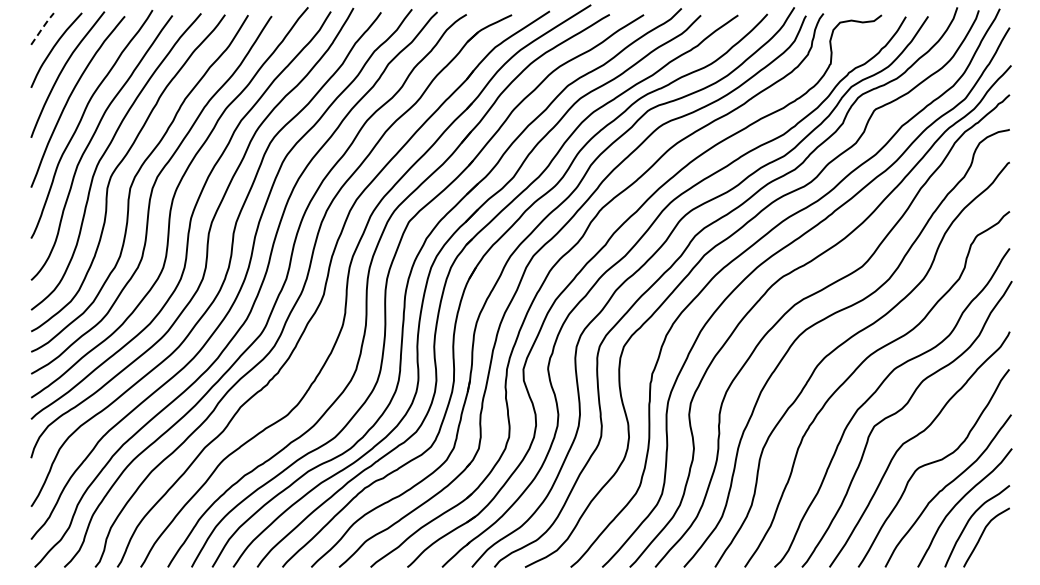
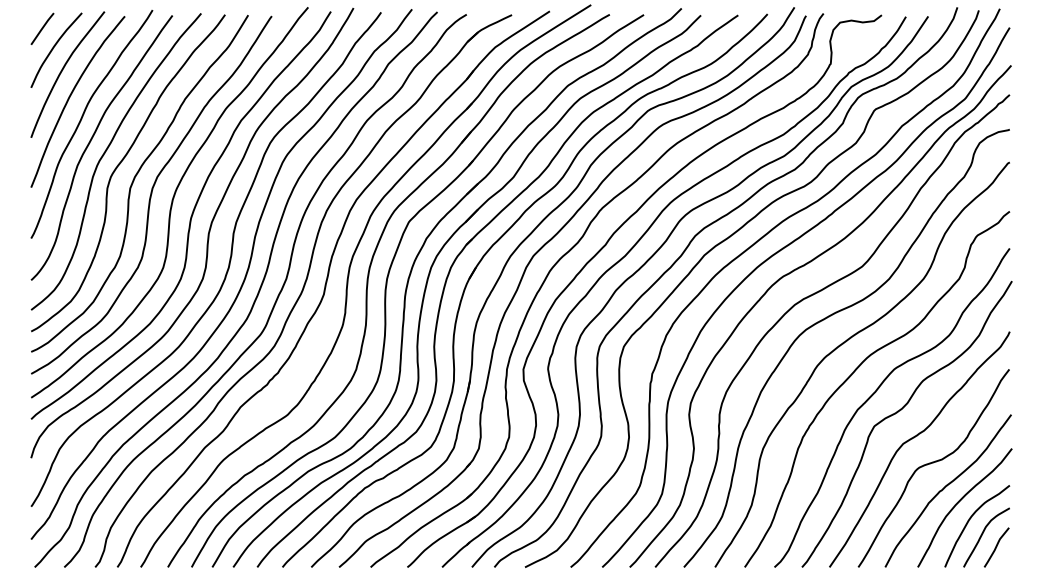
line at (42, 28): dashed -> solid
curve at (996, 547): none -> present
